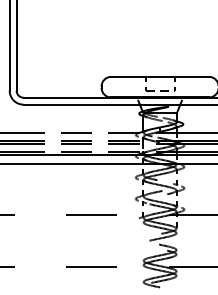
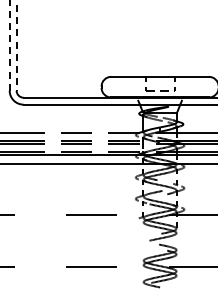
line at (9, 45): solid -> dashed
line at (16, 45): solid -> dashed
